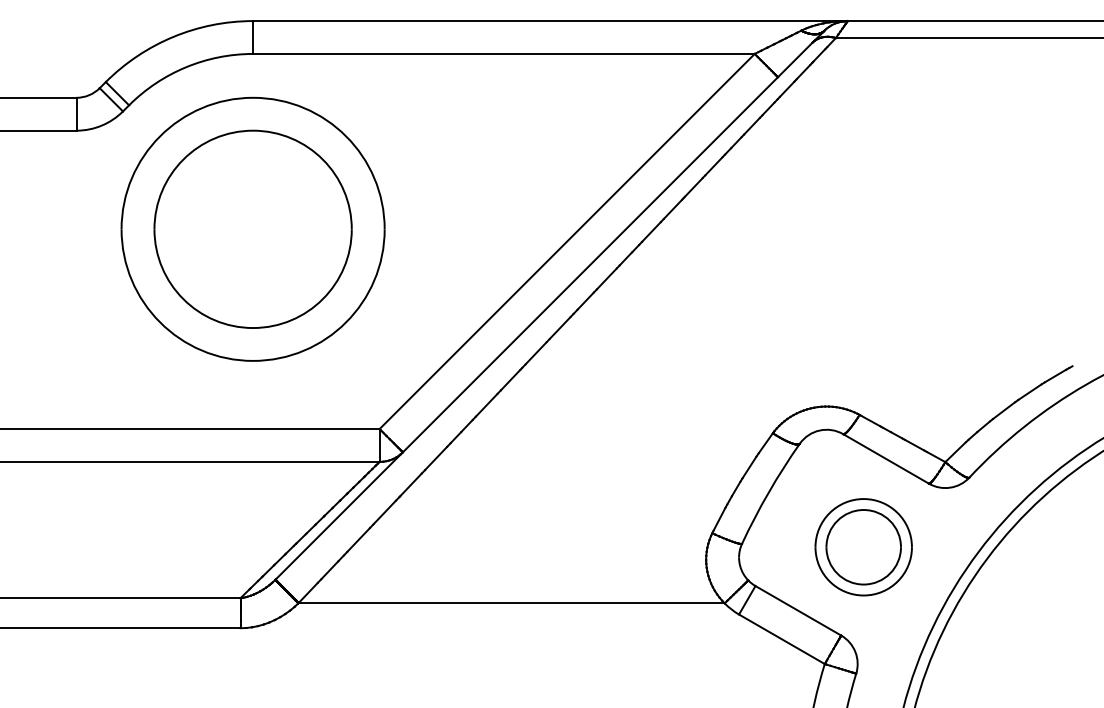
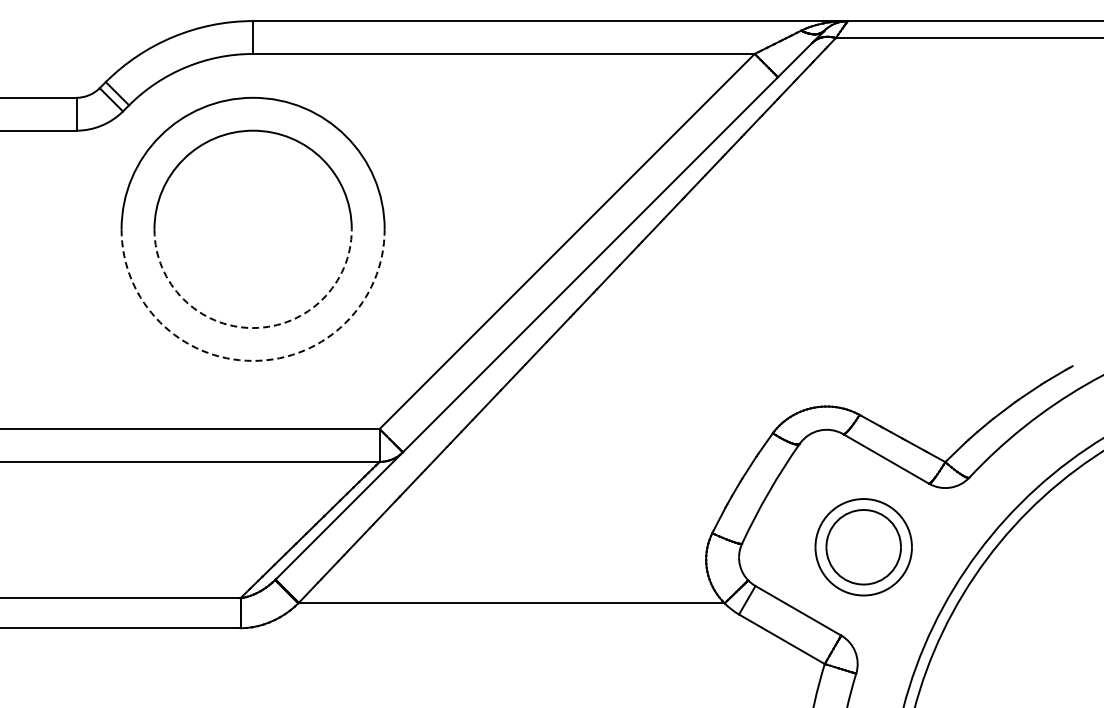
arc at (253, 328): solid -> dashed
arc at (253, 360): solid -> dashed
